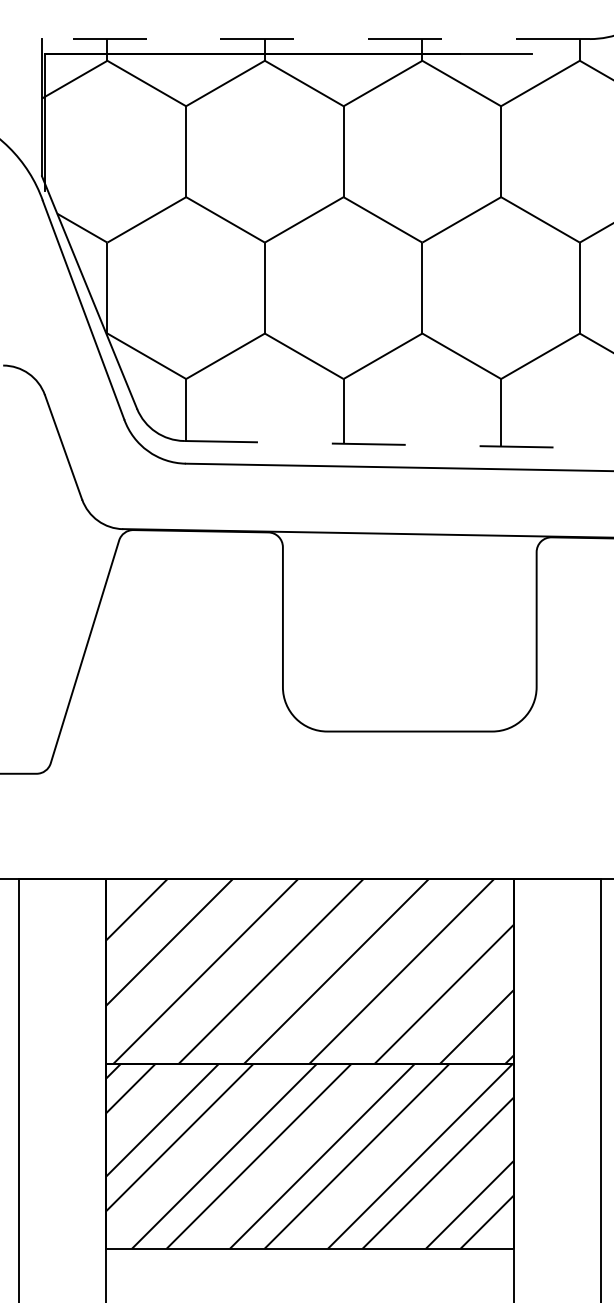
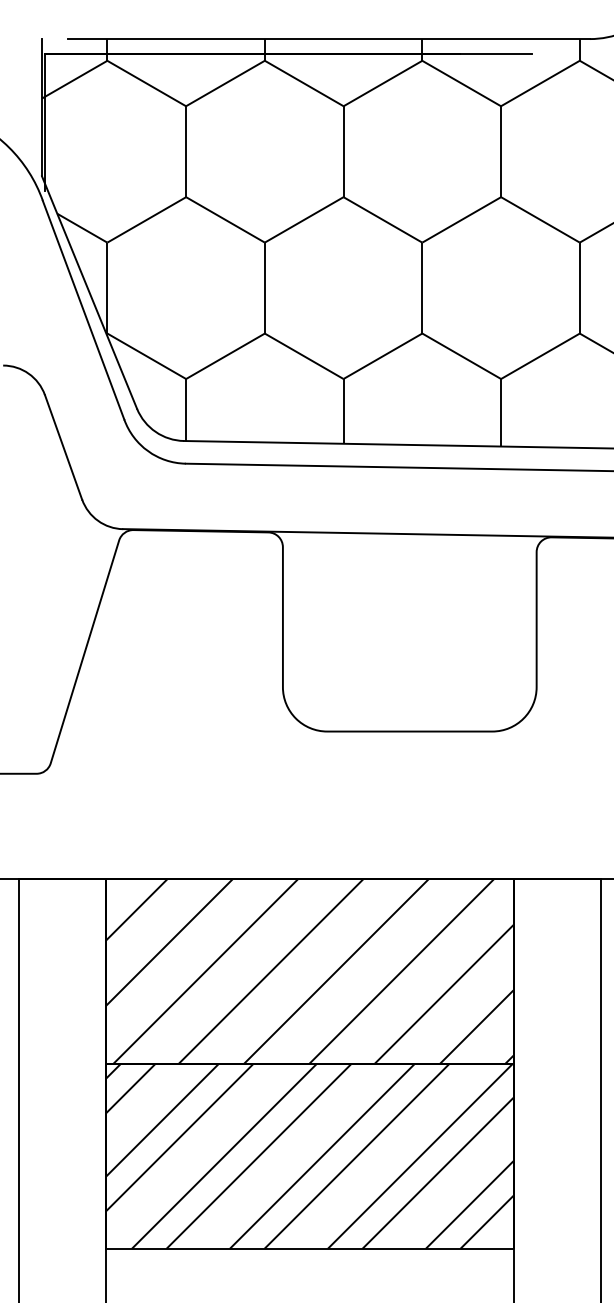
line at (328, 39): dashed -> solid
line at (399, 444): dashed -> solid
